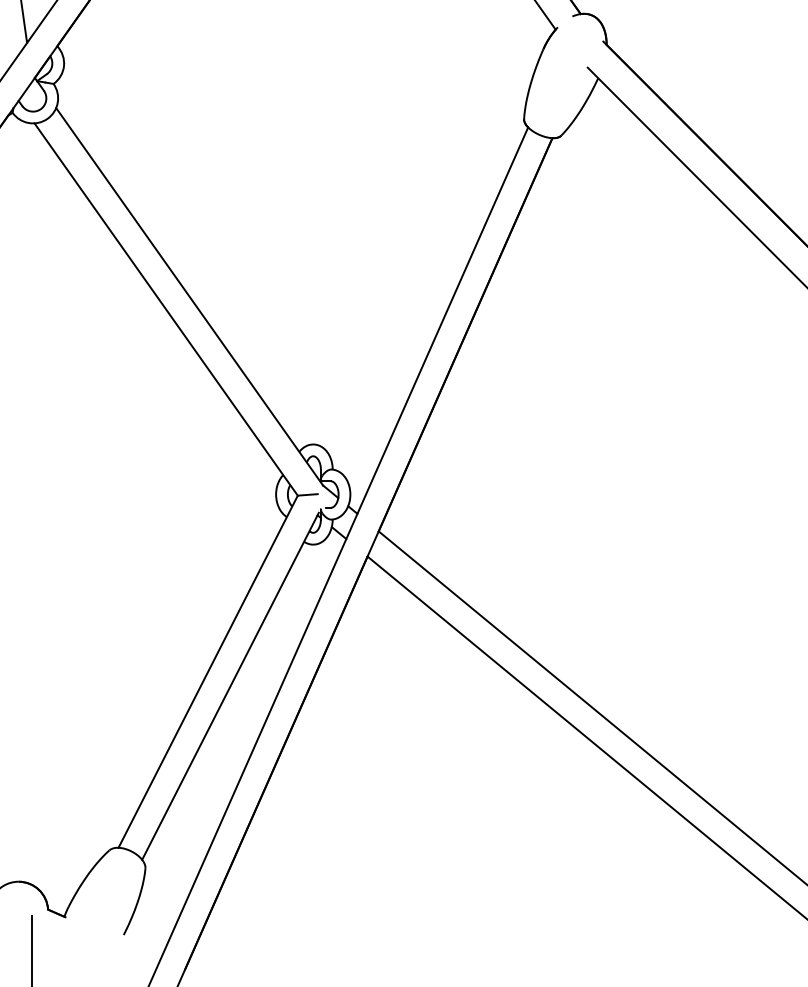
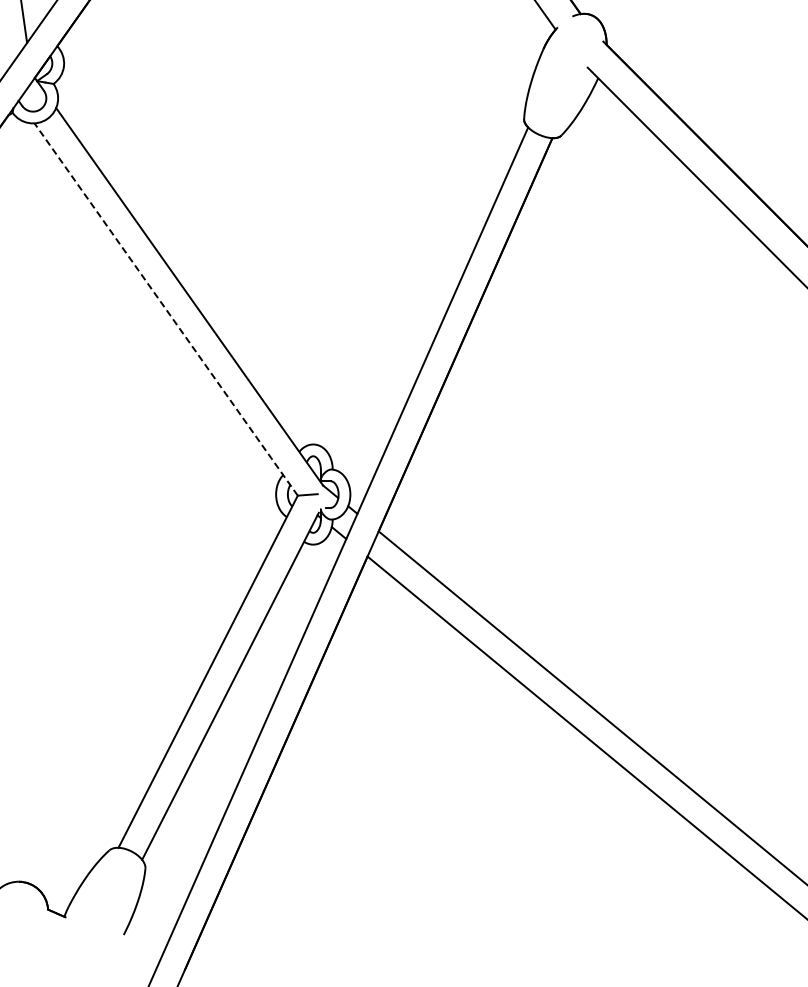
line at (166, 309): solid -> dashed
line at (31, 949): present -> none
